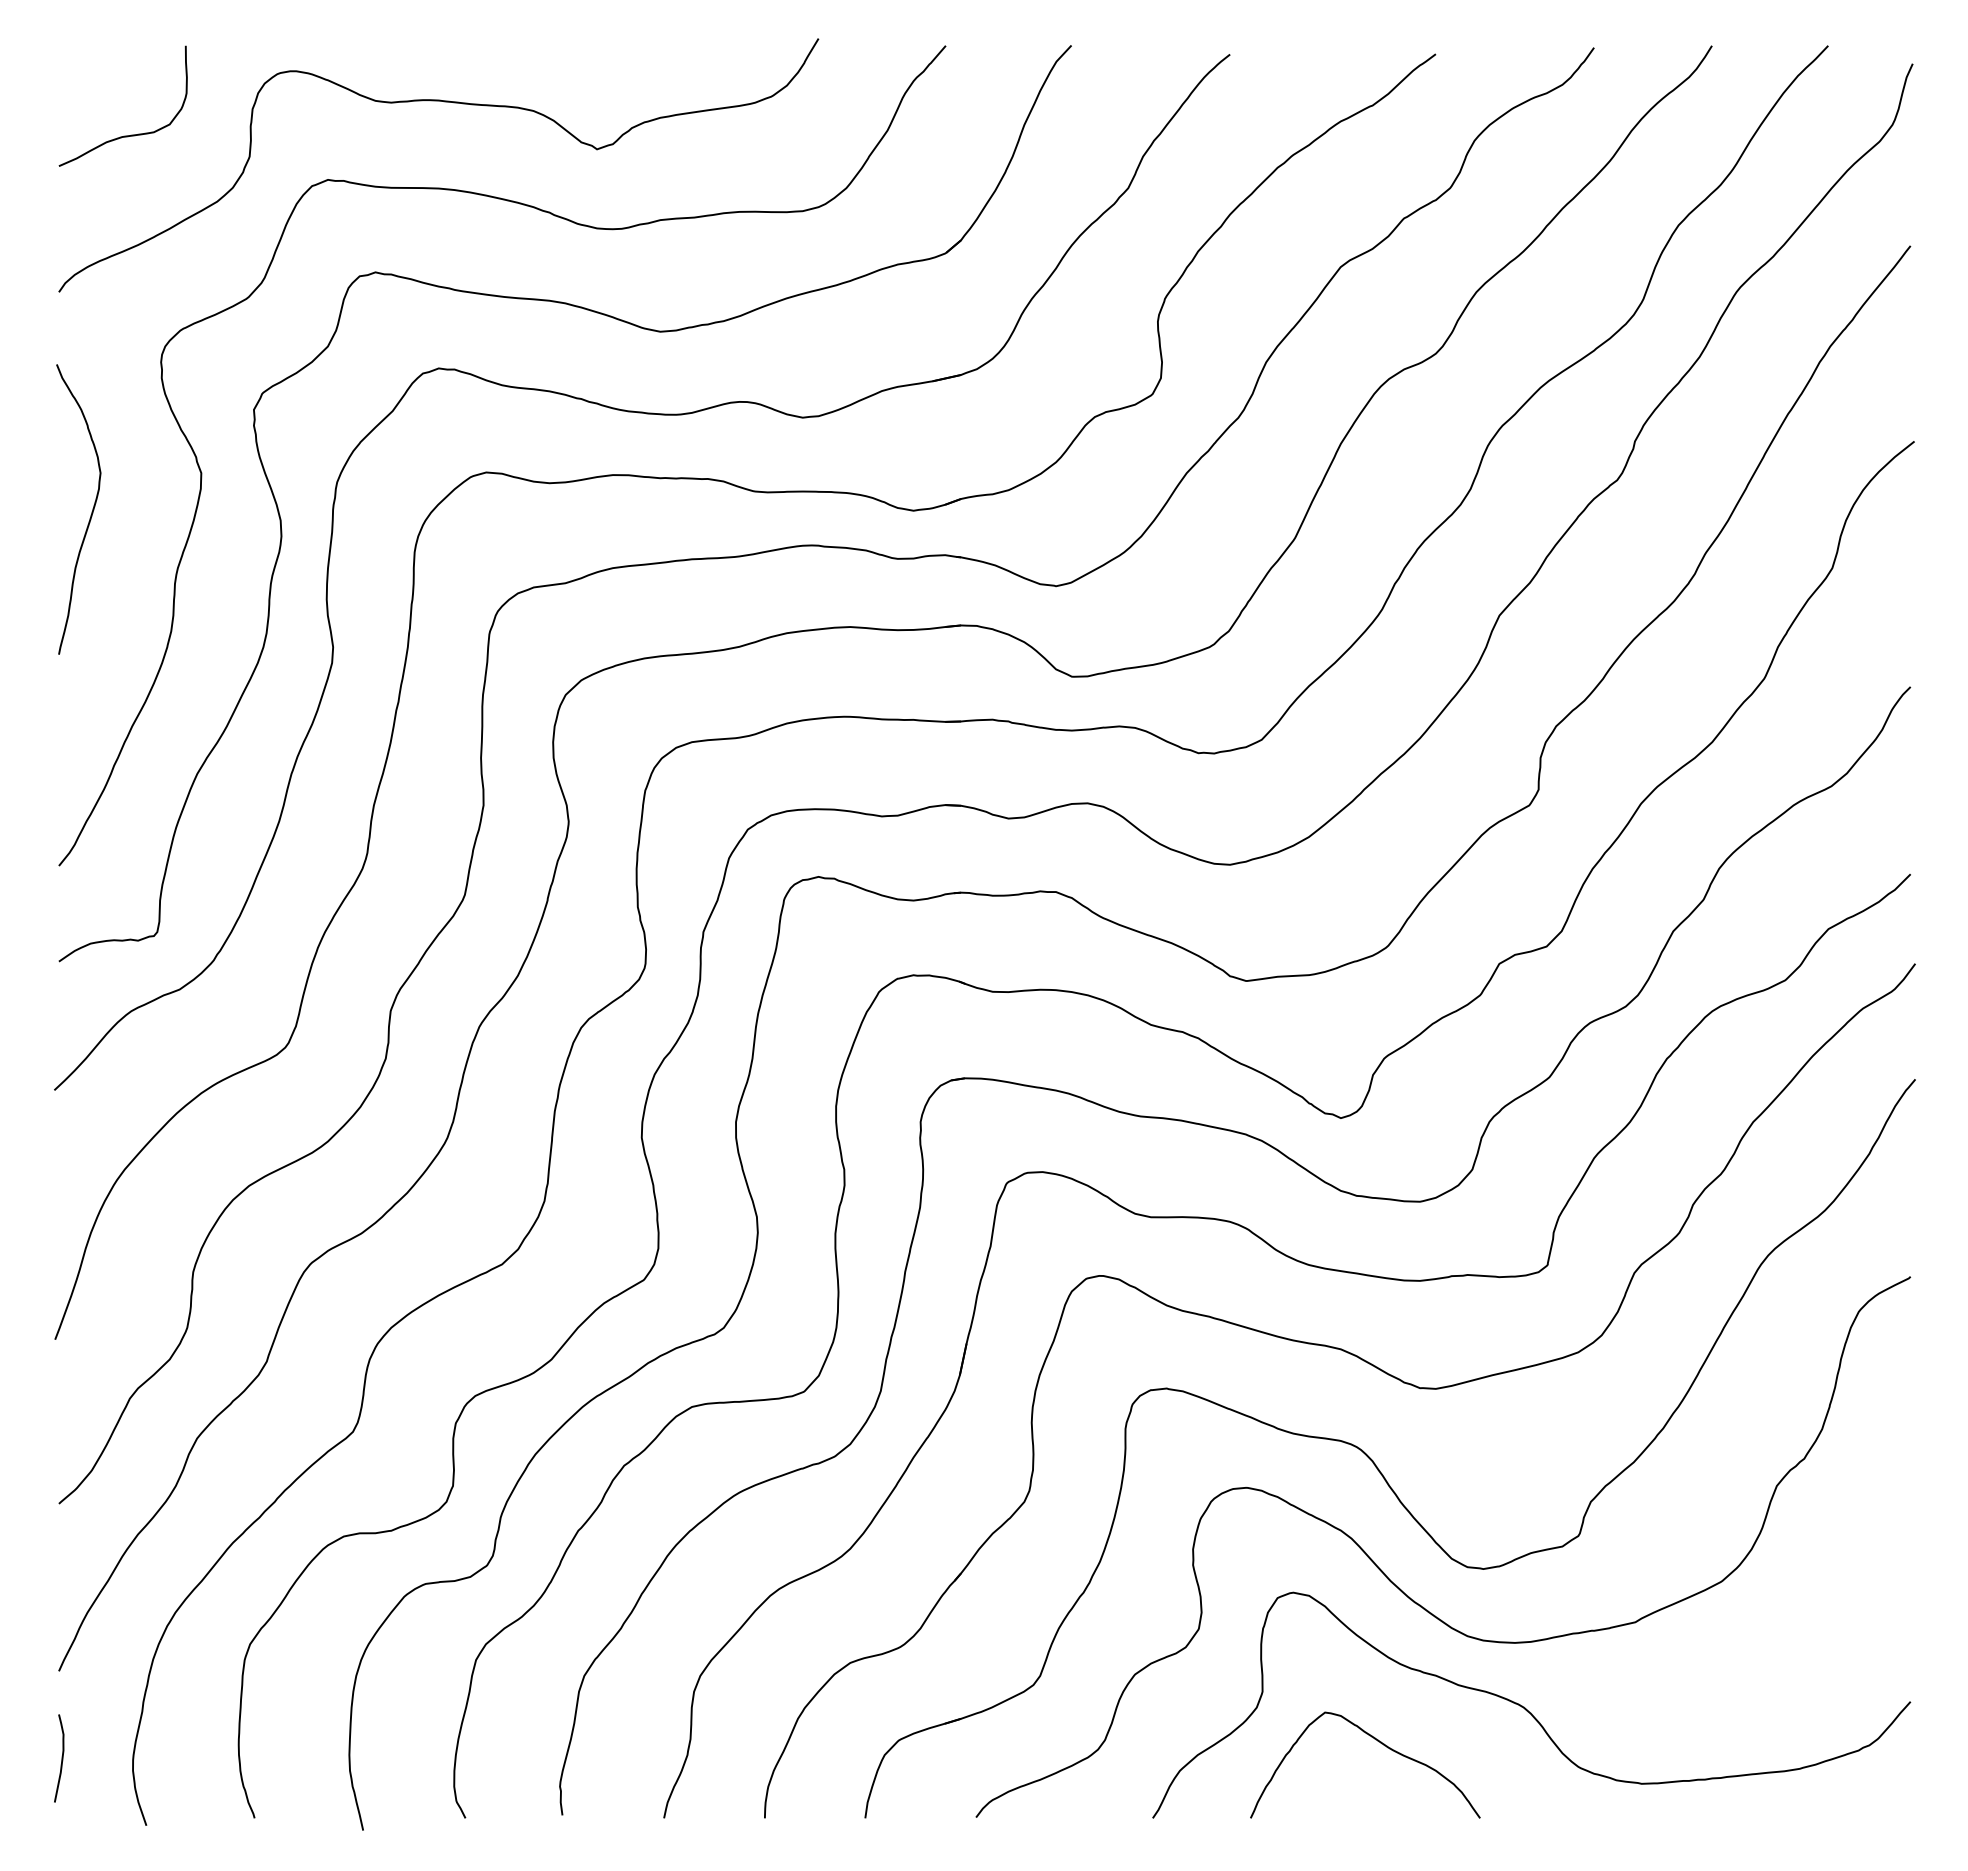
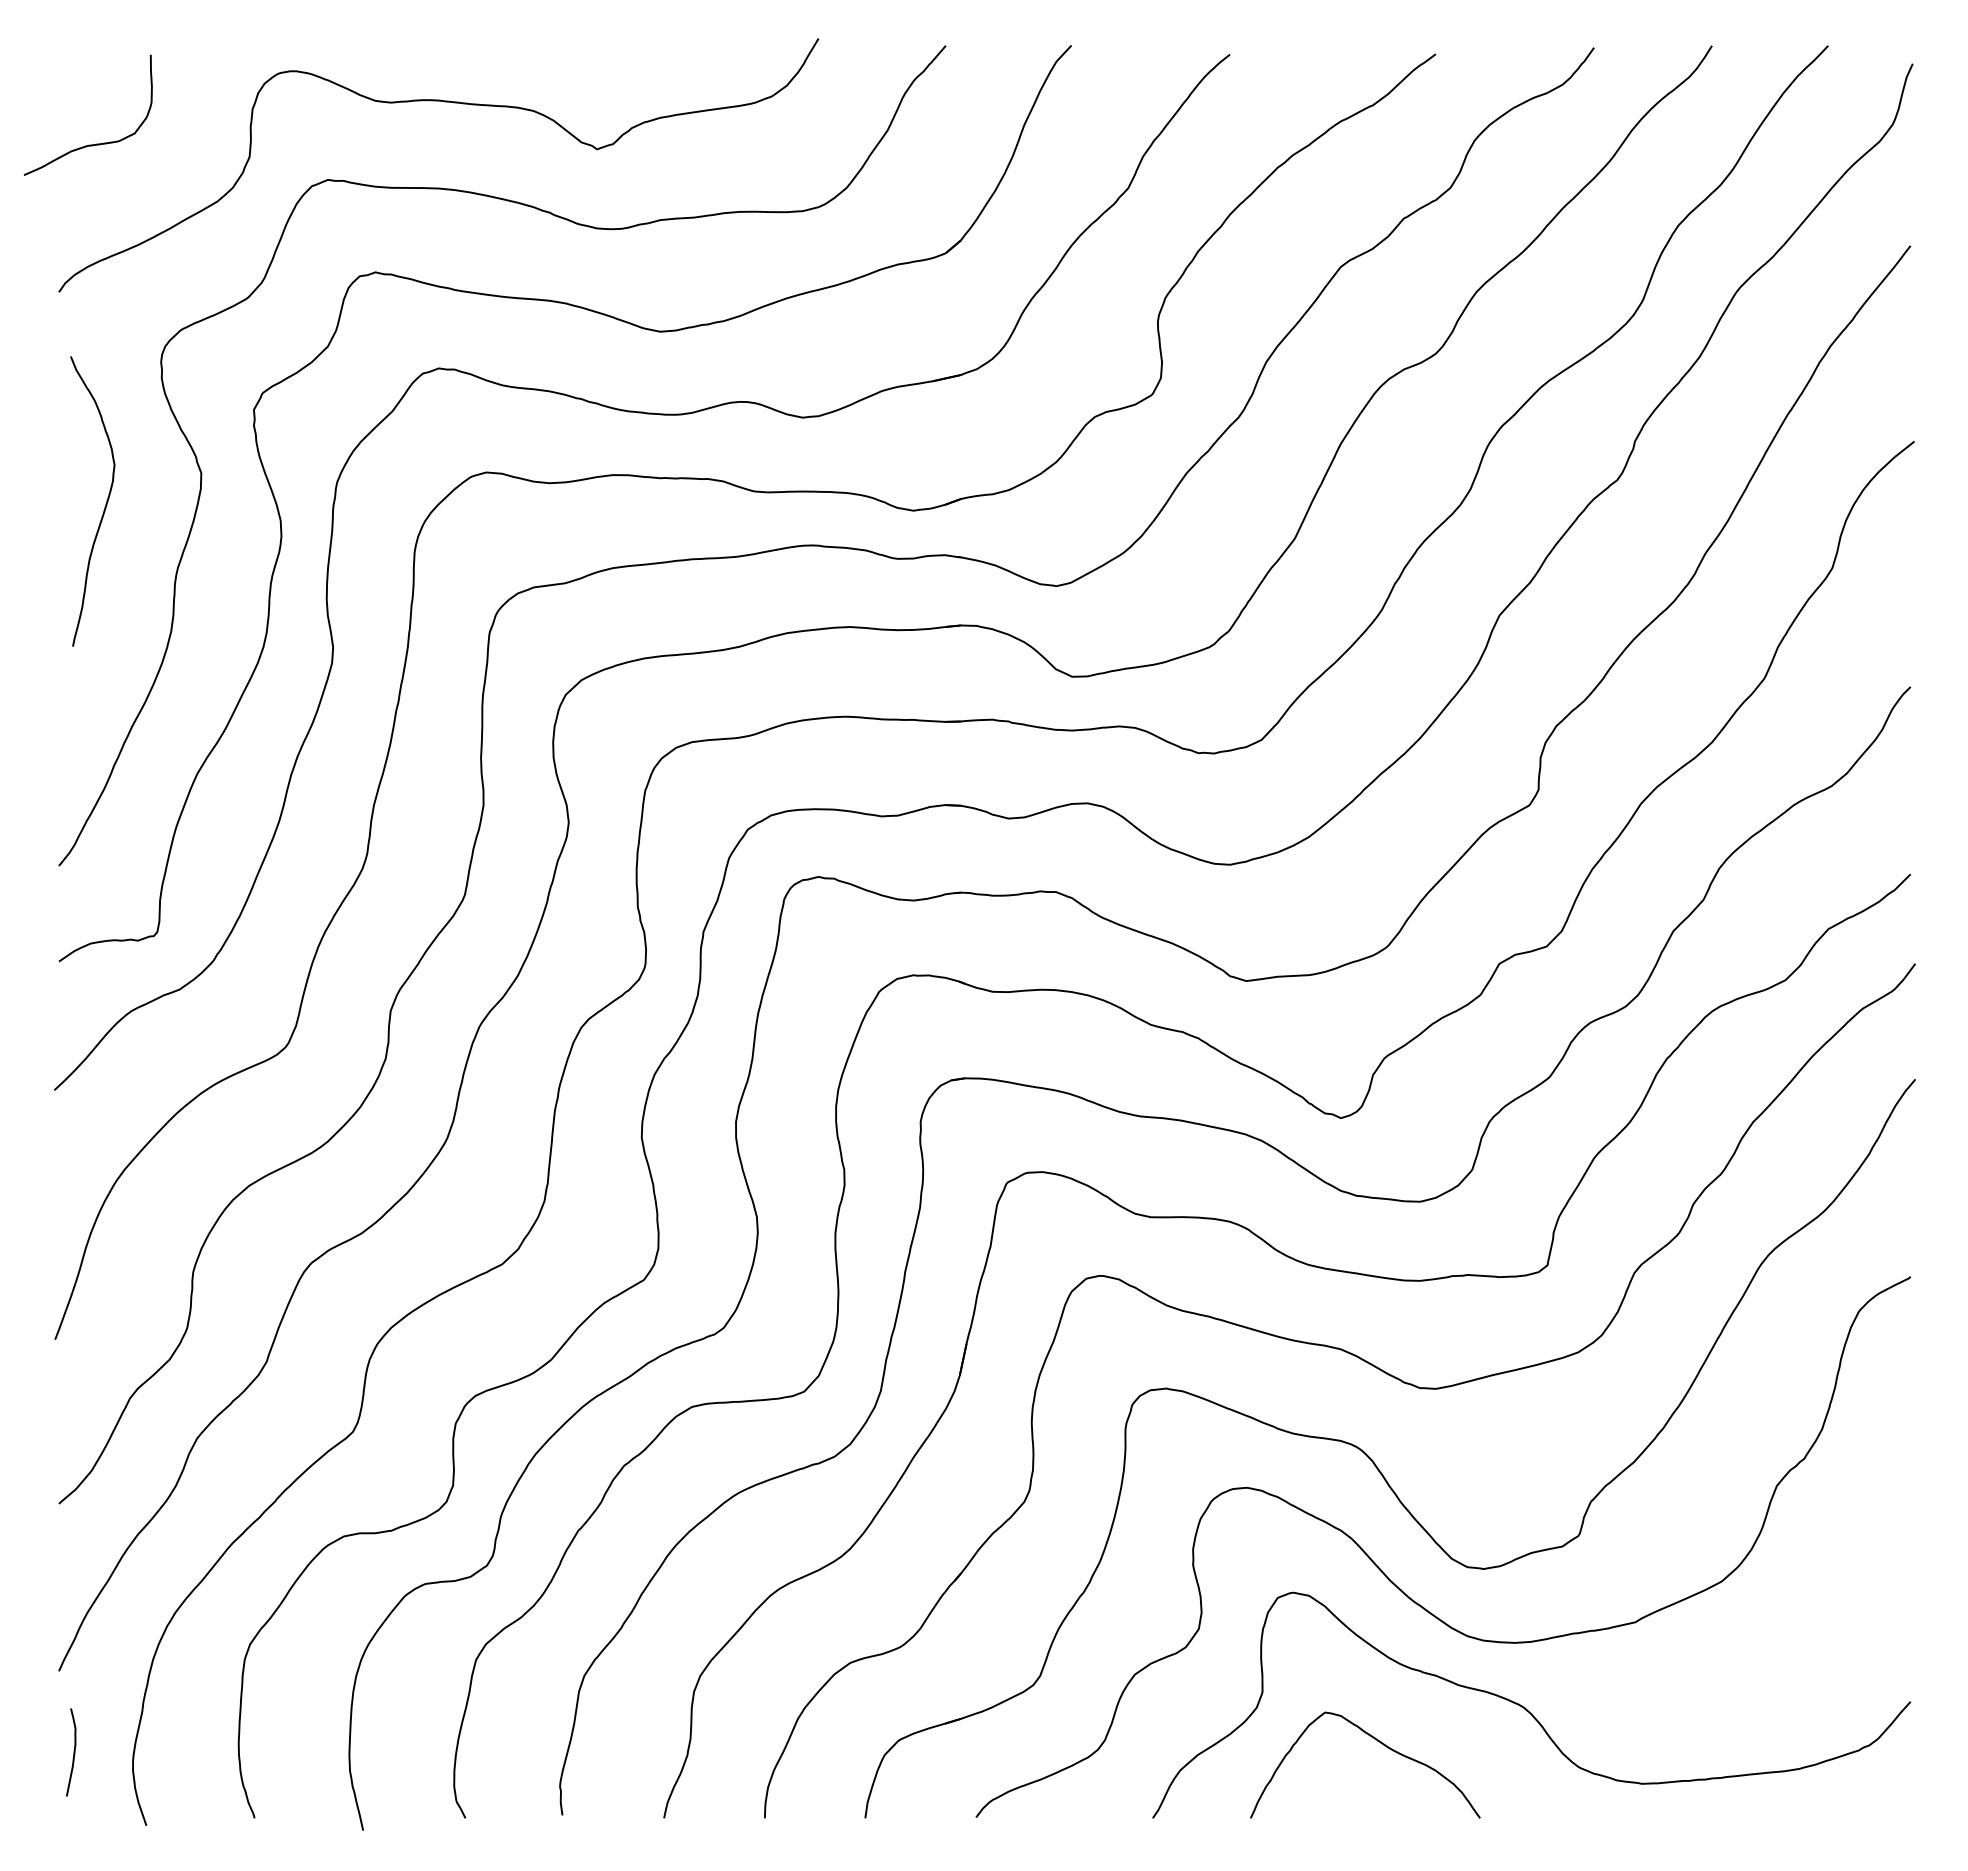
curve at (124, 135) position: (124, 135) -> (89, 144)
curve at (91, 511) position: (91, 511) -> (105, 503)
curve at (61, 1758) position: (61, 1758) -> (73, 1752)
